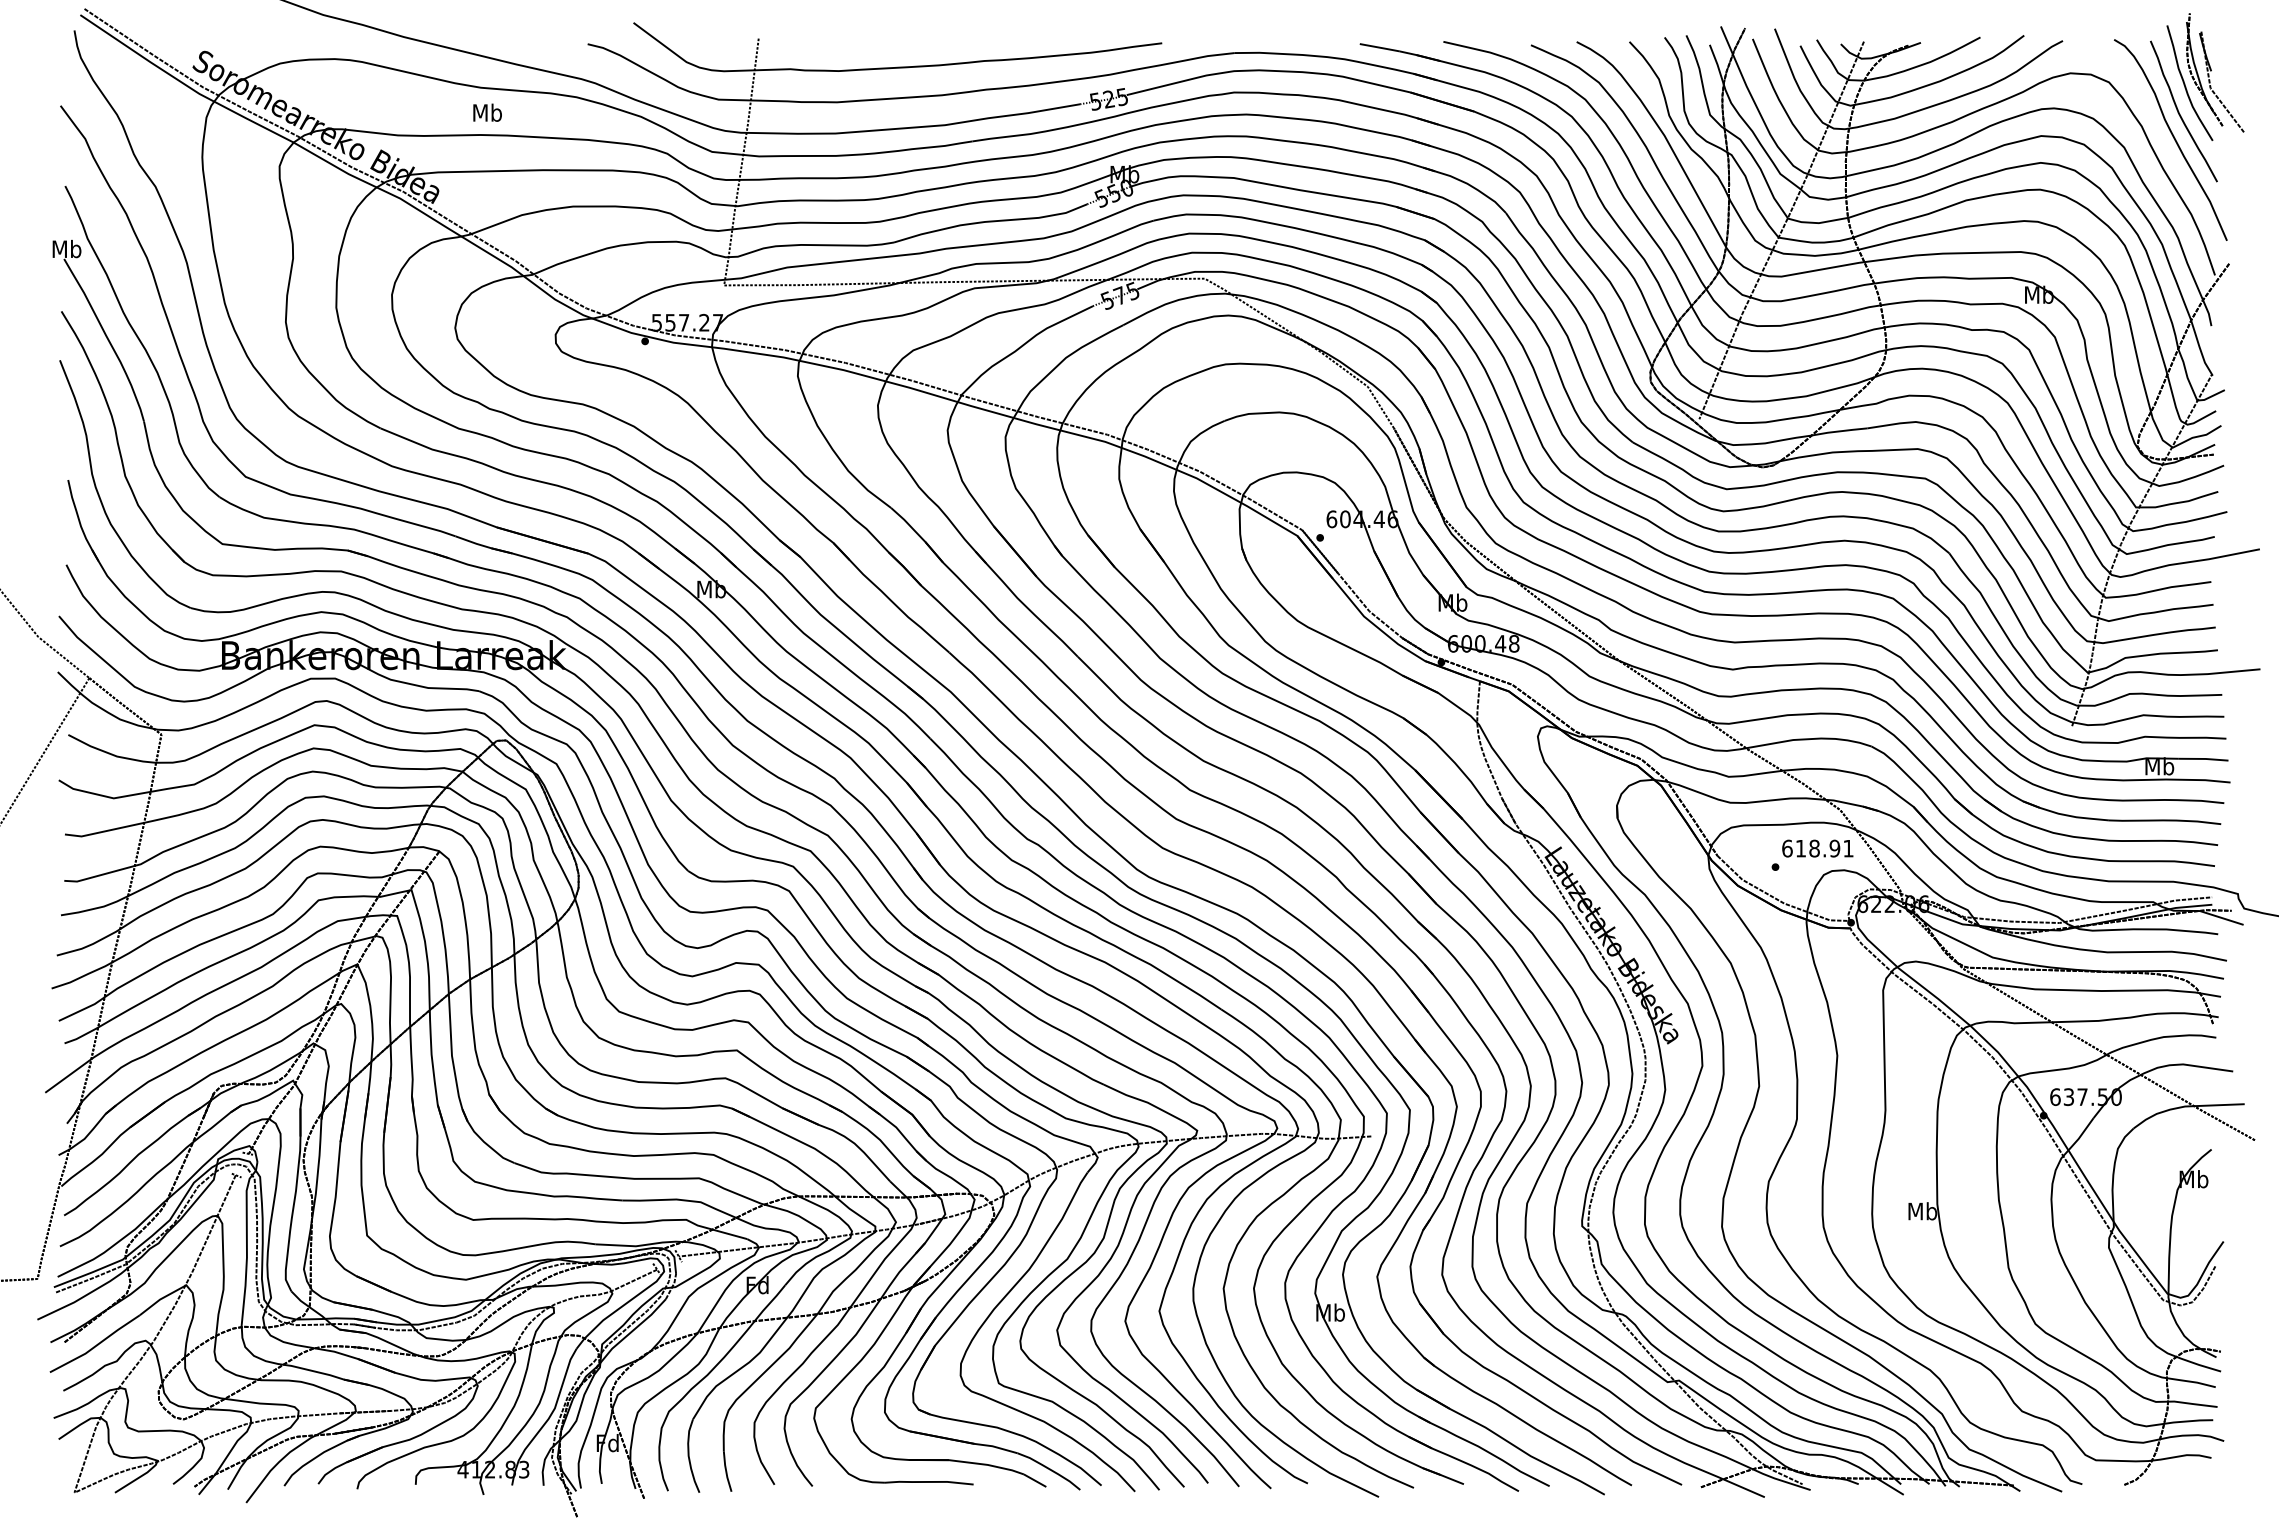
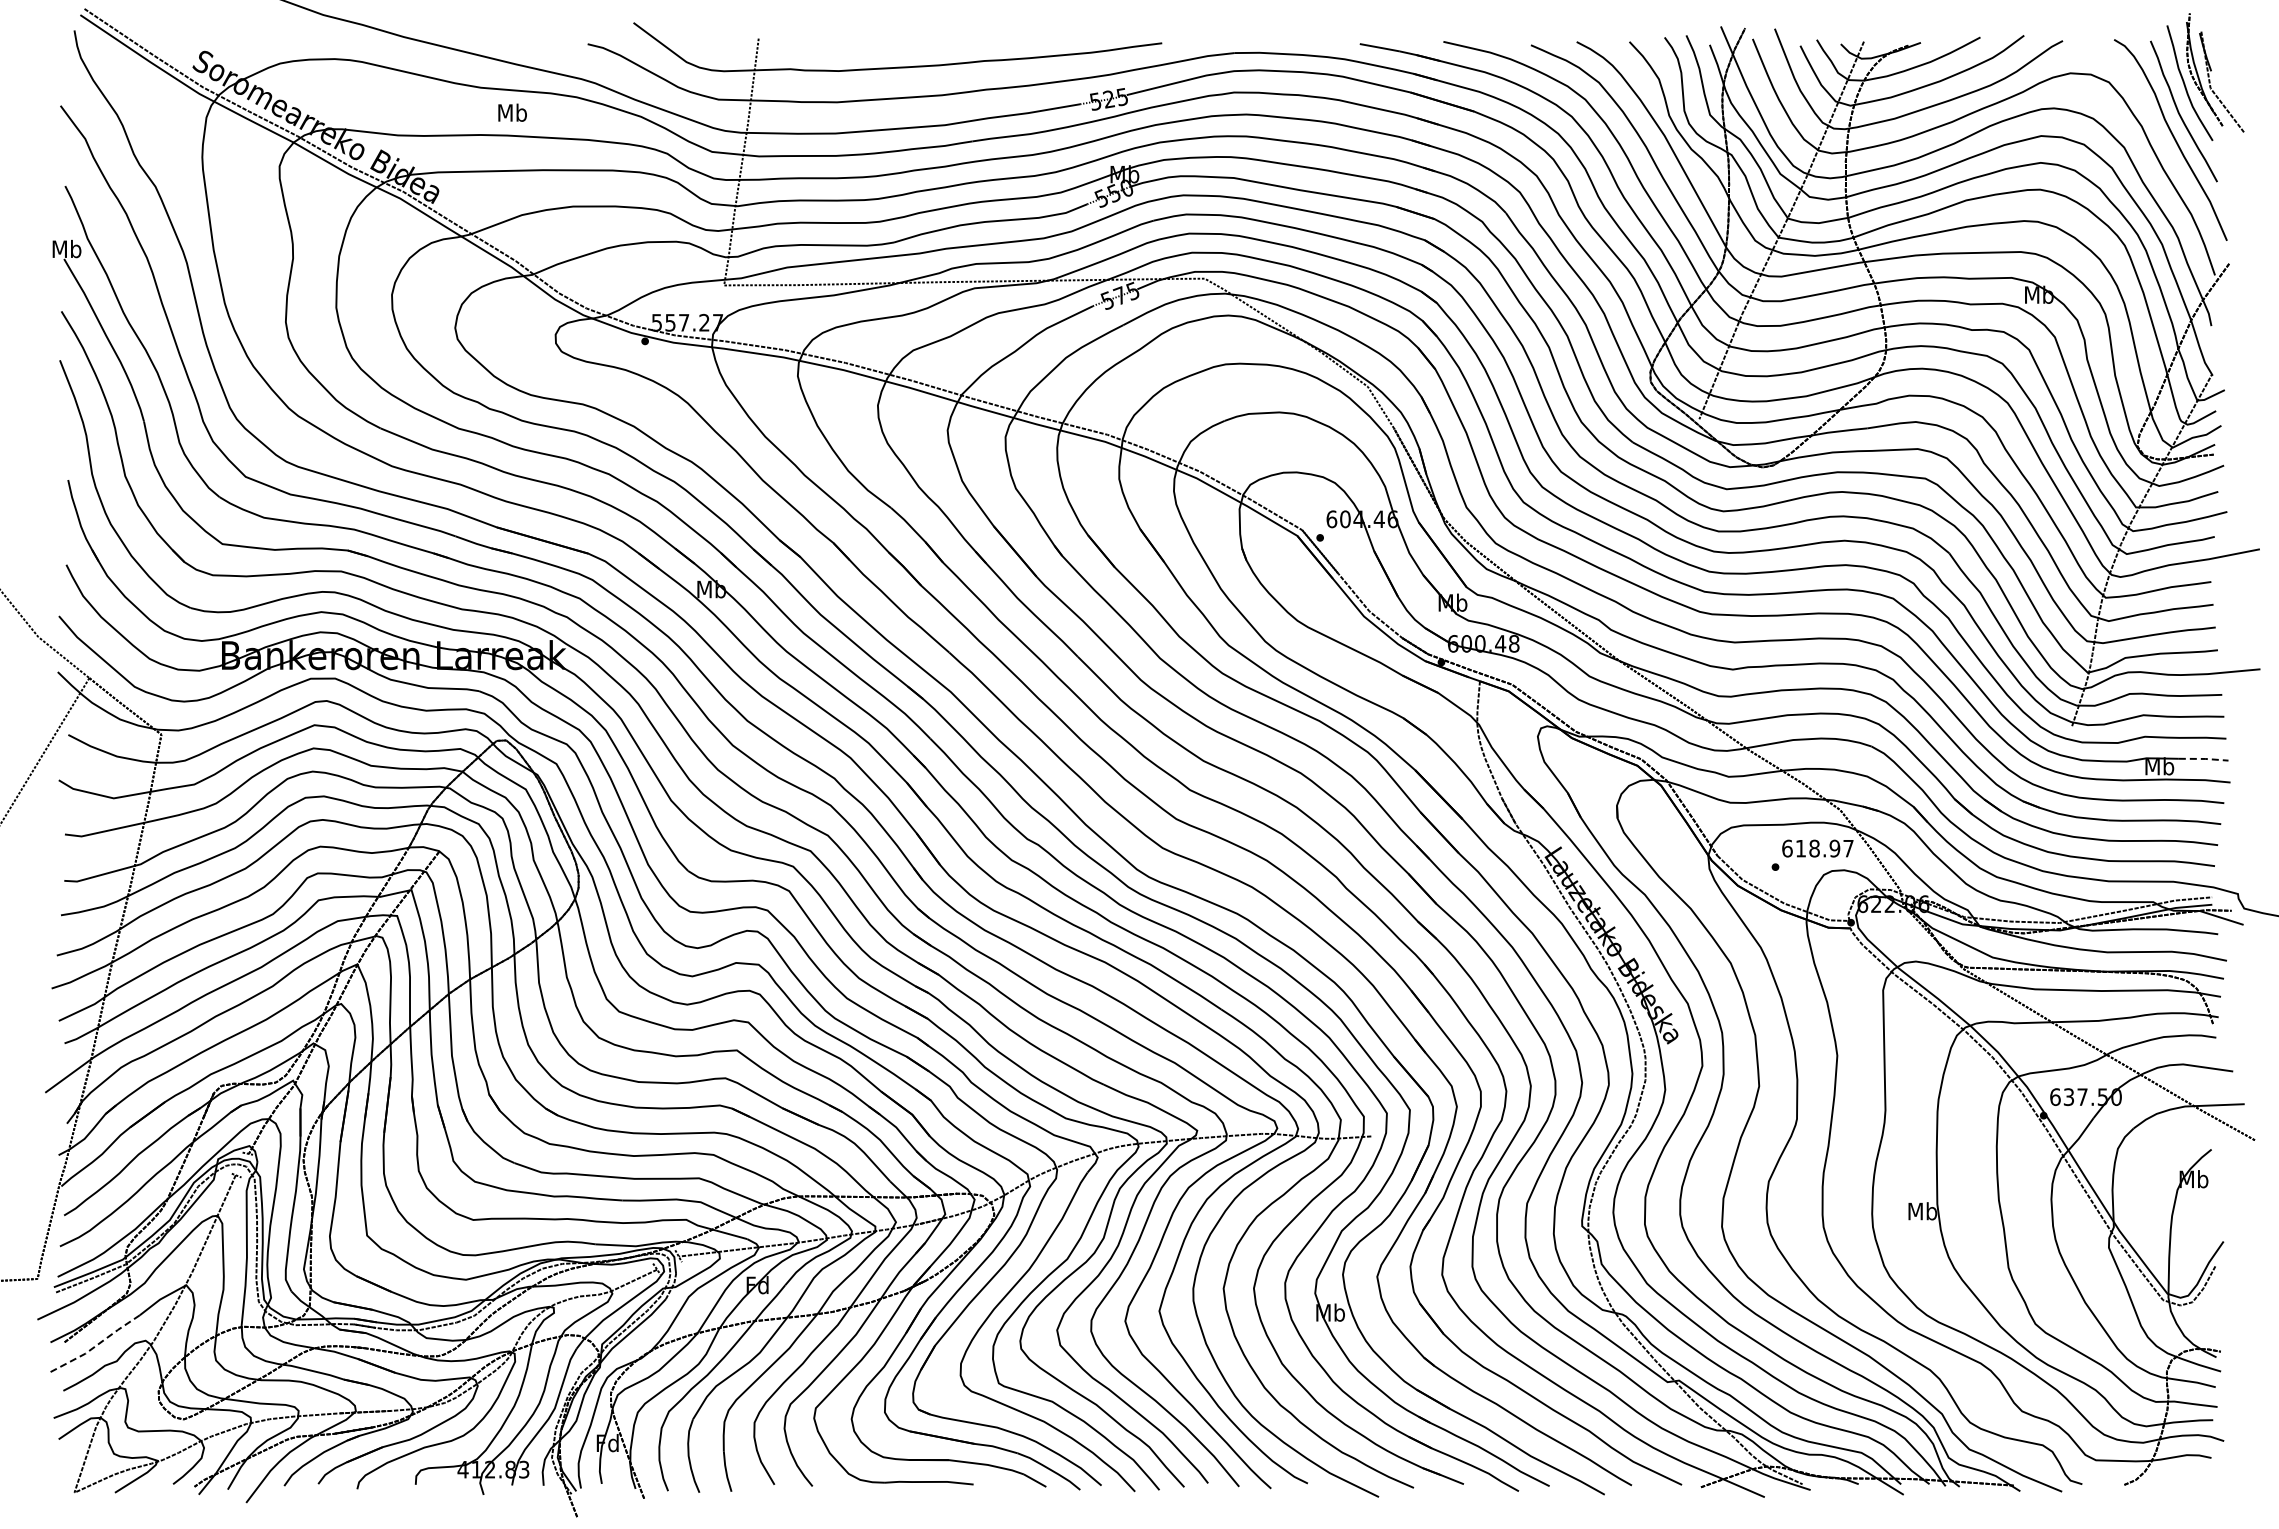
text at (487, 112) position: (487, 112) -> (512, 112)
line at (2203, 758): solid -> dashed
text at (1848, 848): 618.91 -> 618.97
line at (95, 1346): solid -> dashed
